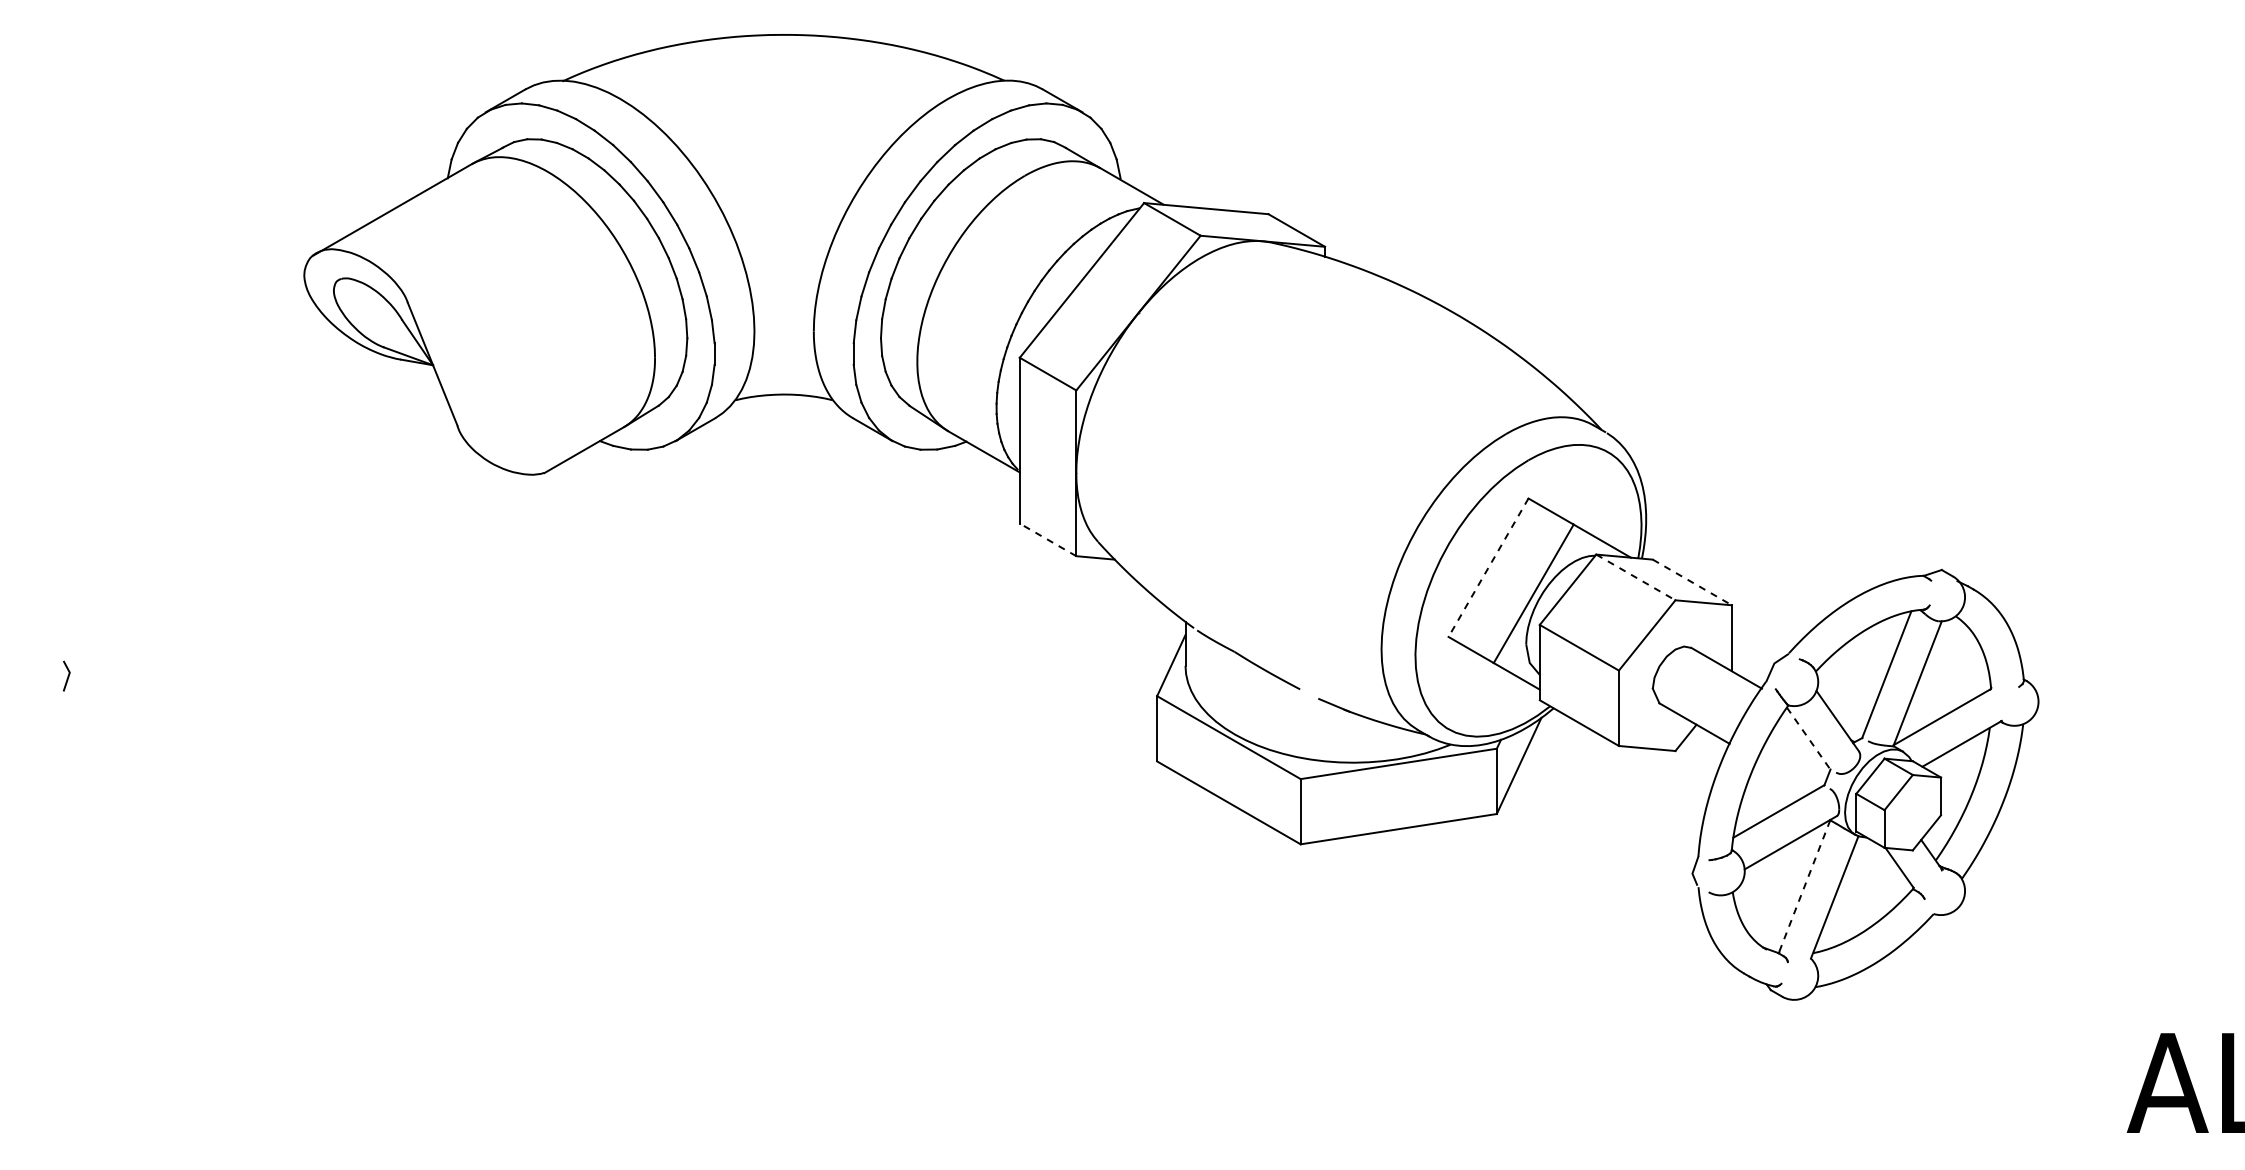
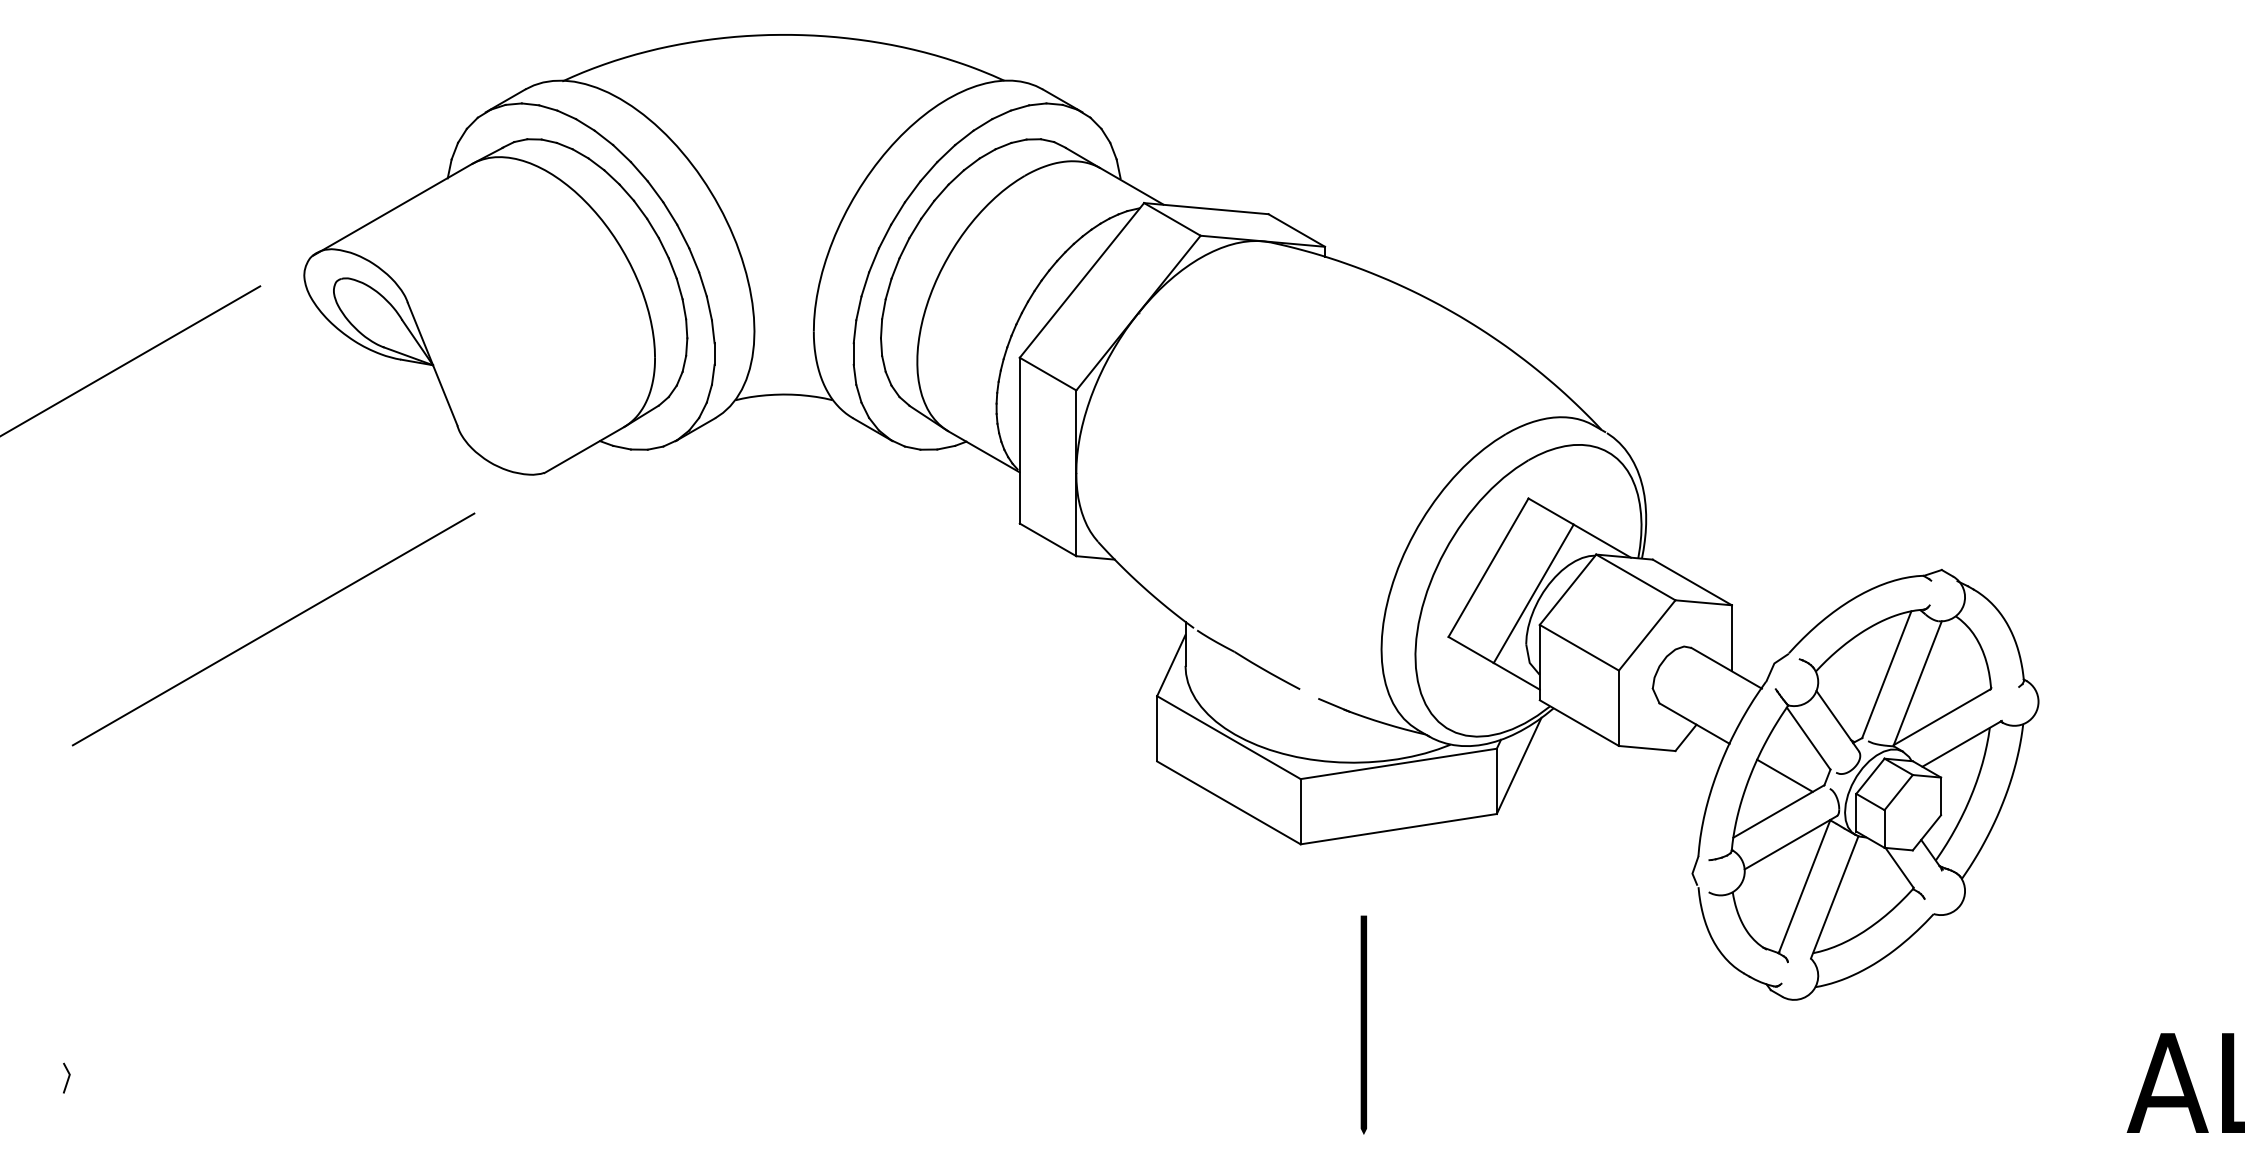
line at (131, 360): none -> present
line at (1048, 539): dashed -> solid
line at (1488, 567): dashed -> solid
line at (1635, 577): dashed -> solid
line at (1692, 582): dashed -> solid
line at (273, 629): none -> present
line at (67, 675) position: (67, 675) -> (67, 1077)
line at (1808, 738): dashed -> solid
line at (1784, 775): none -> present
line at (1804, 886): dashed -> solid
line at (1363, 1024): none -> present
